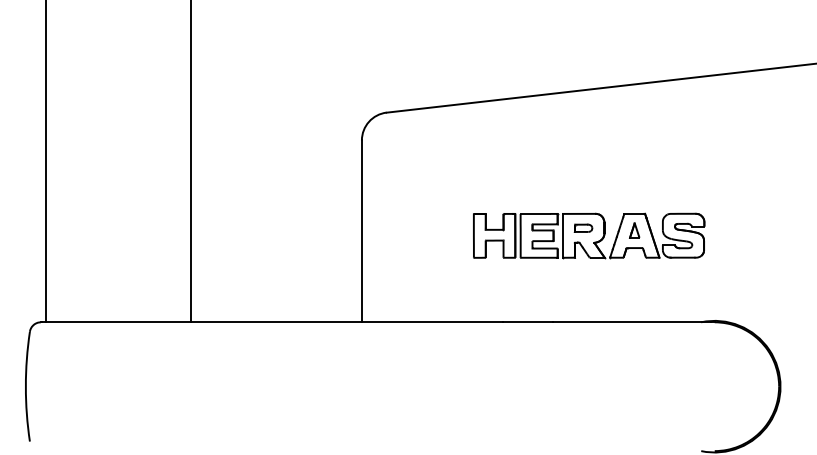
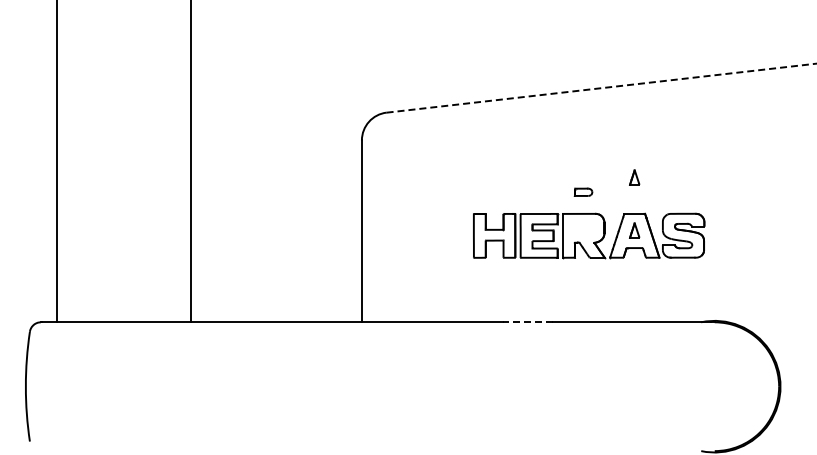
line at (601, 88): solid -> dashed
line at (45, 162) position: (45, 162) -> (56, 162)
part at (634, 177): none -> present
part at (583, 227) position: (583, 227) -> (583, 191)
line at (528, 322): solid -> dashed
